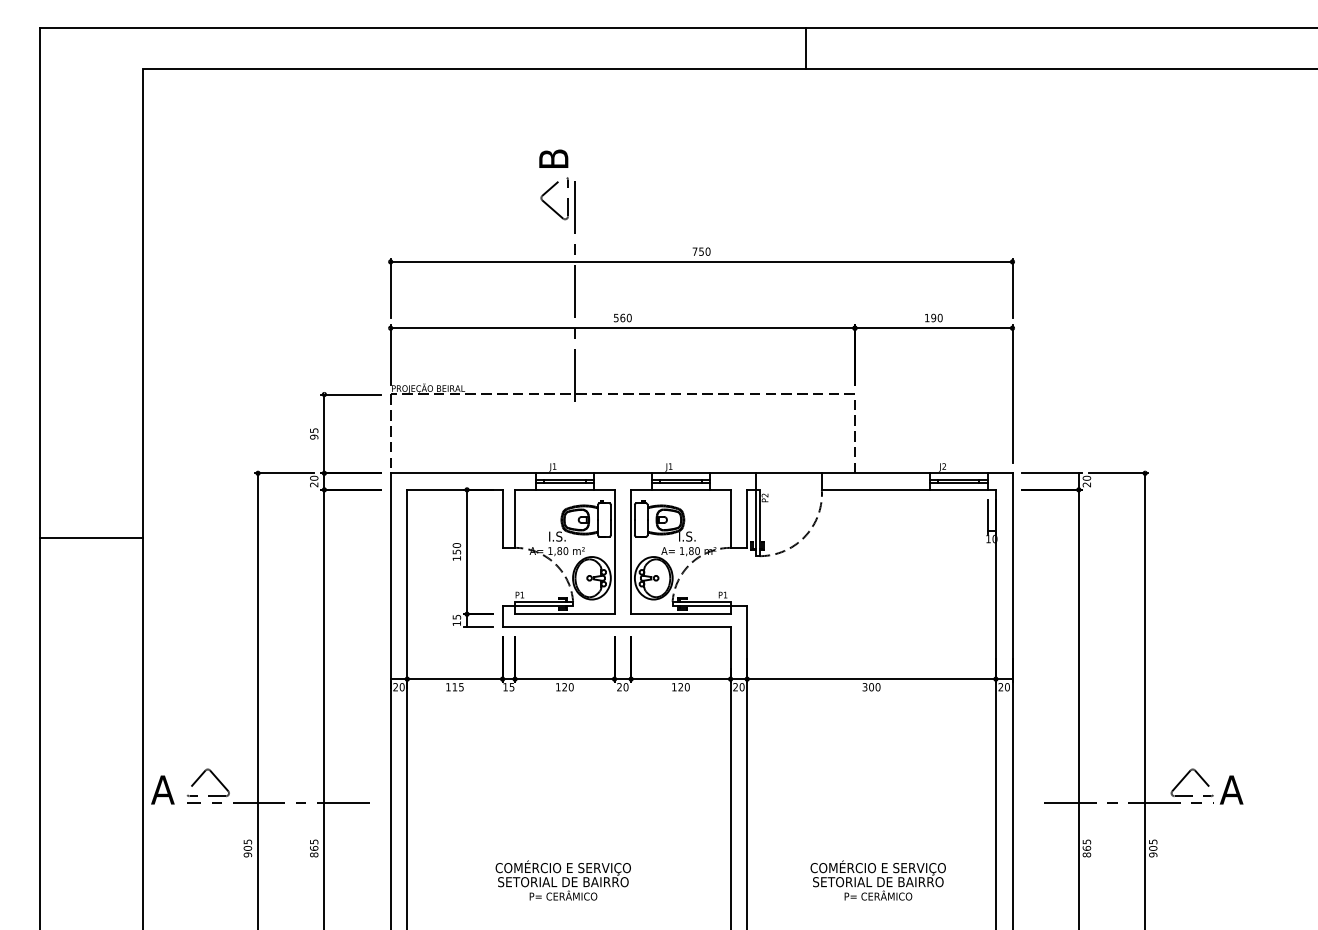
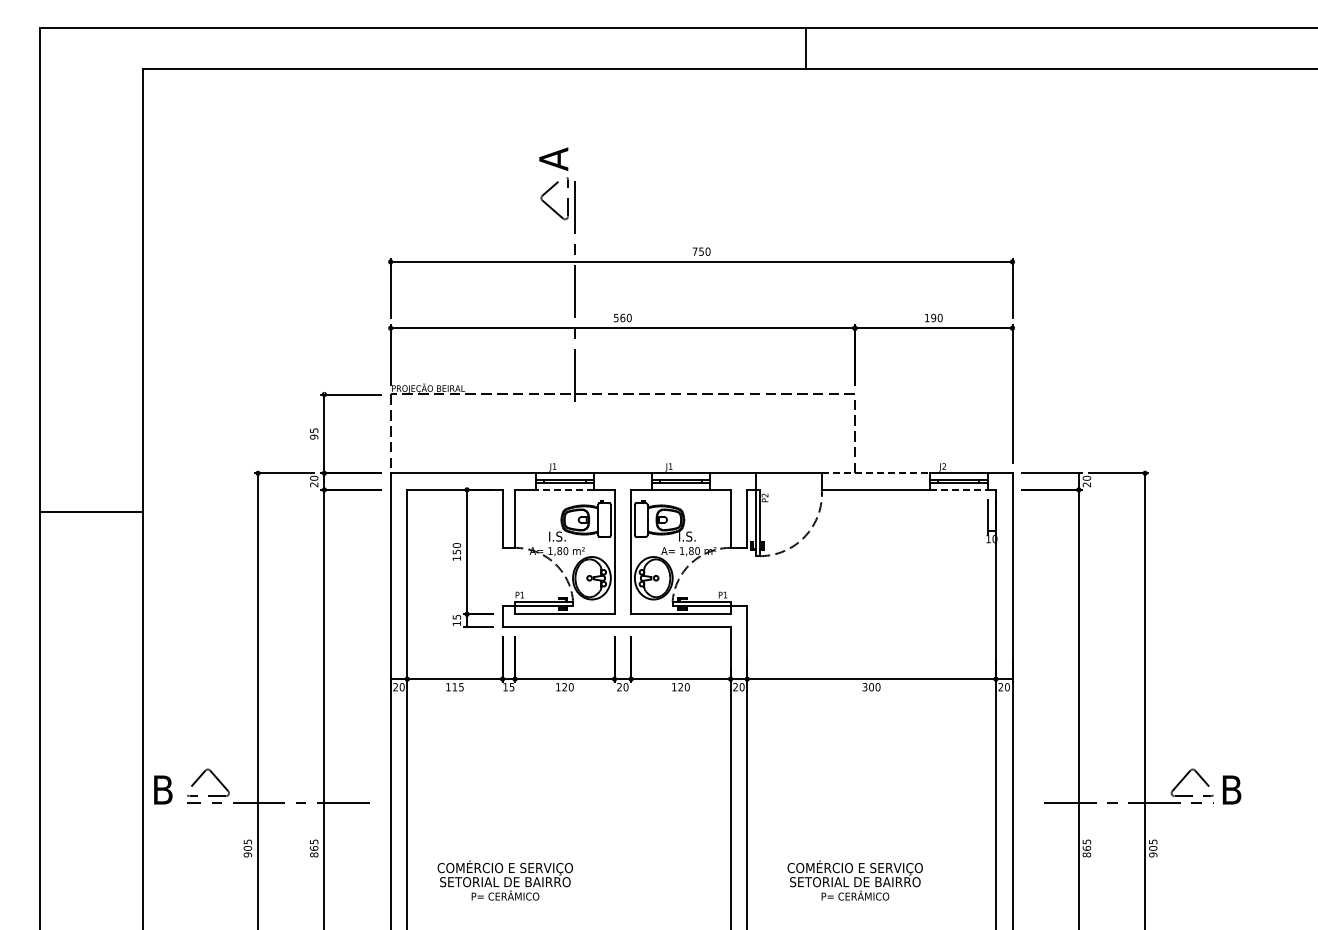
text at (553, 158): B -> A
line at (875, 473): solid -> dashed
line at (564, 489): solid -> dashed
line at (959, 489): solid -> dashed
line at (91, 537) position: (91, 537) -> (91, 511)
text at (162, 789): A -> B
text at (1231, 789): A -> B
text at (562, 880) position: (562, 880) -> (504, 880)
text at (877, 880) position: (877, 880) -> (854, 880)
